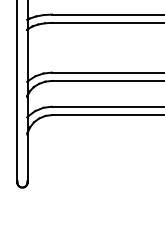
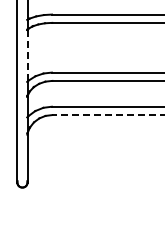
line at (27, 55): solid -> dashed
line at (108, 115): solid -> dashed
